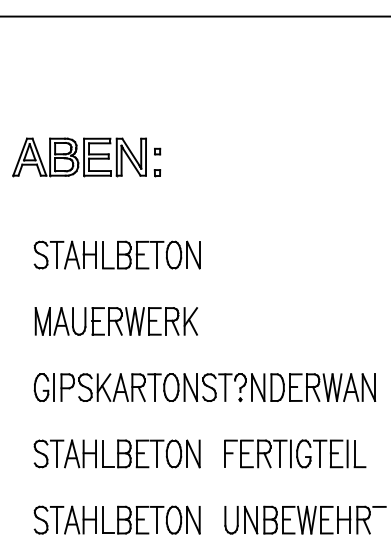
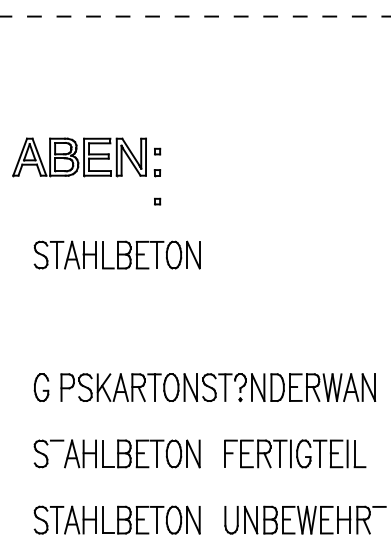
line at (195, 16): solid -> dashed
part at (157, 201): none -> present
part at (115, 321): present -> none
line at (54, 387): present -> none
line at (57, 453): present -> none
